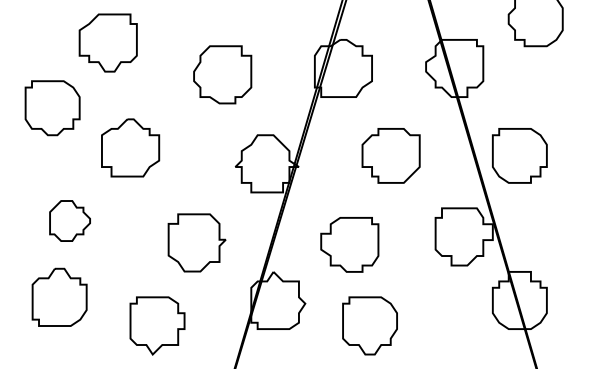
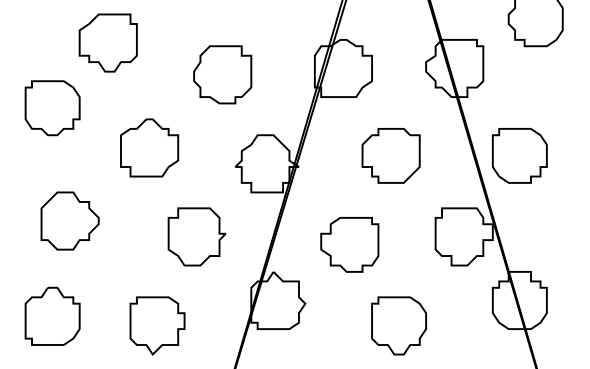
part at (130, 147) position: (130, 147) -> (149, 147)
part at (69, 220) size: 42x42 px -> 60x60 px
part at (196, 242) position: (196, 242) -> (196, 236)
part at (59, 296) position: (59, 296) -> (52, 315)
part at (369, 325) position: (369, 325) -> (398, 325)
